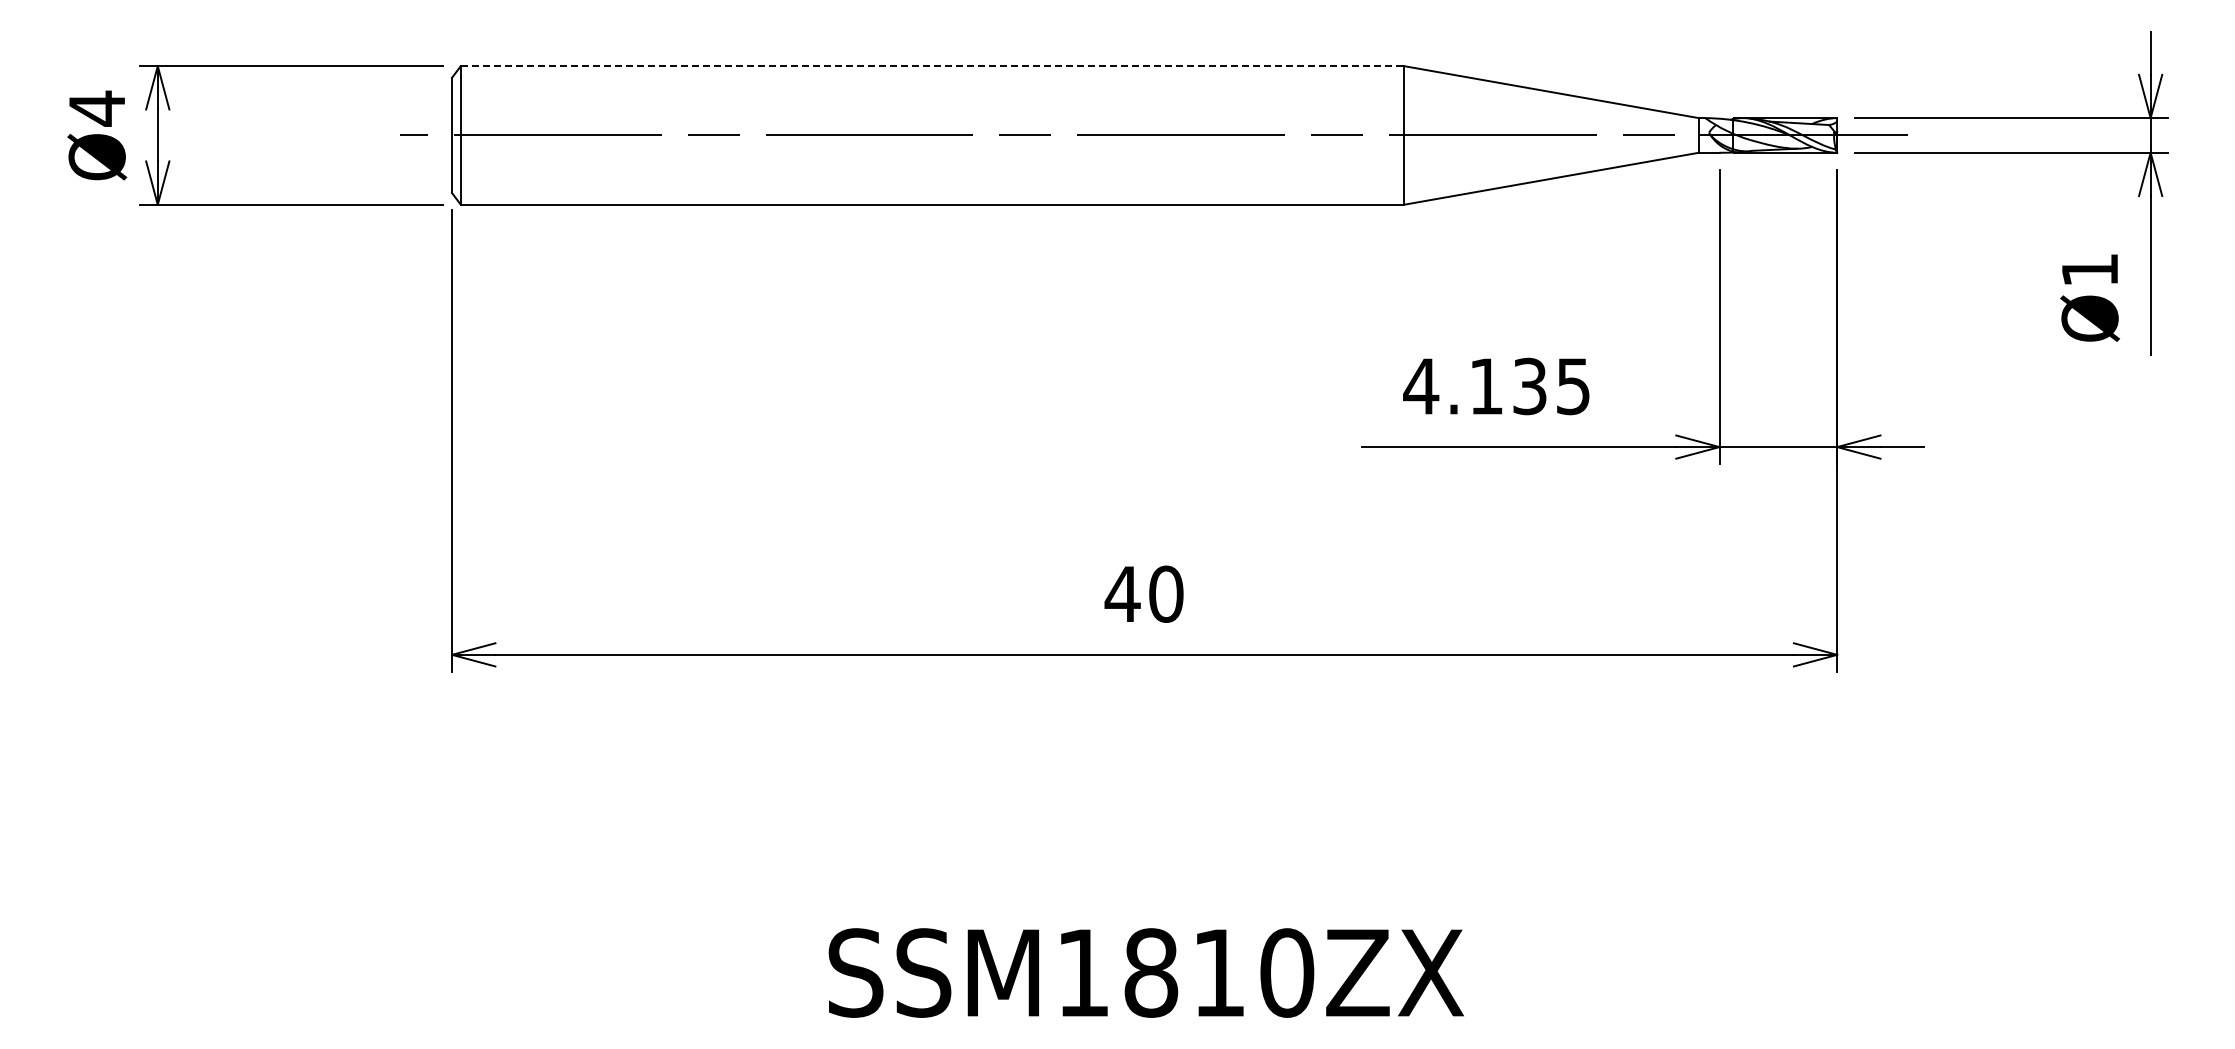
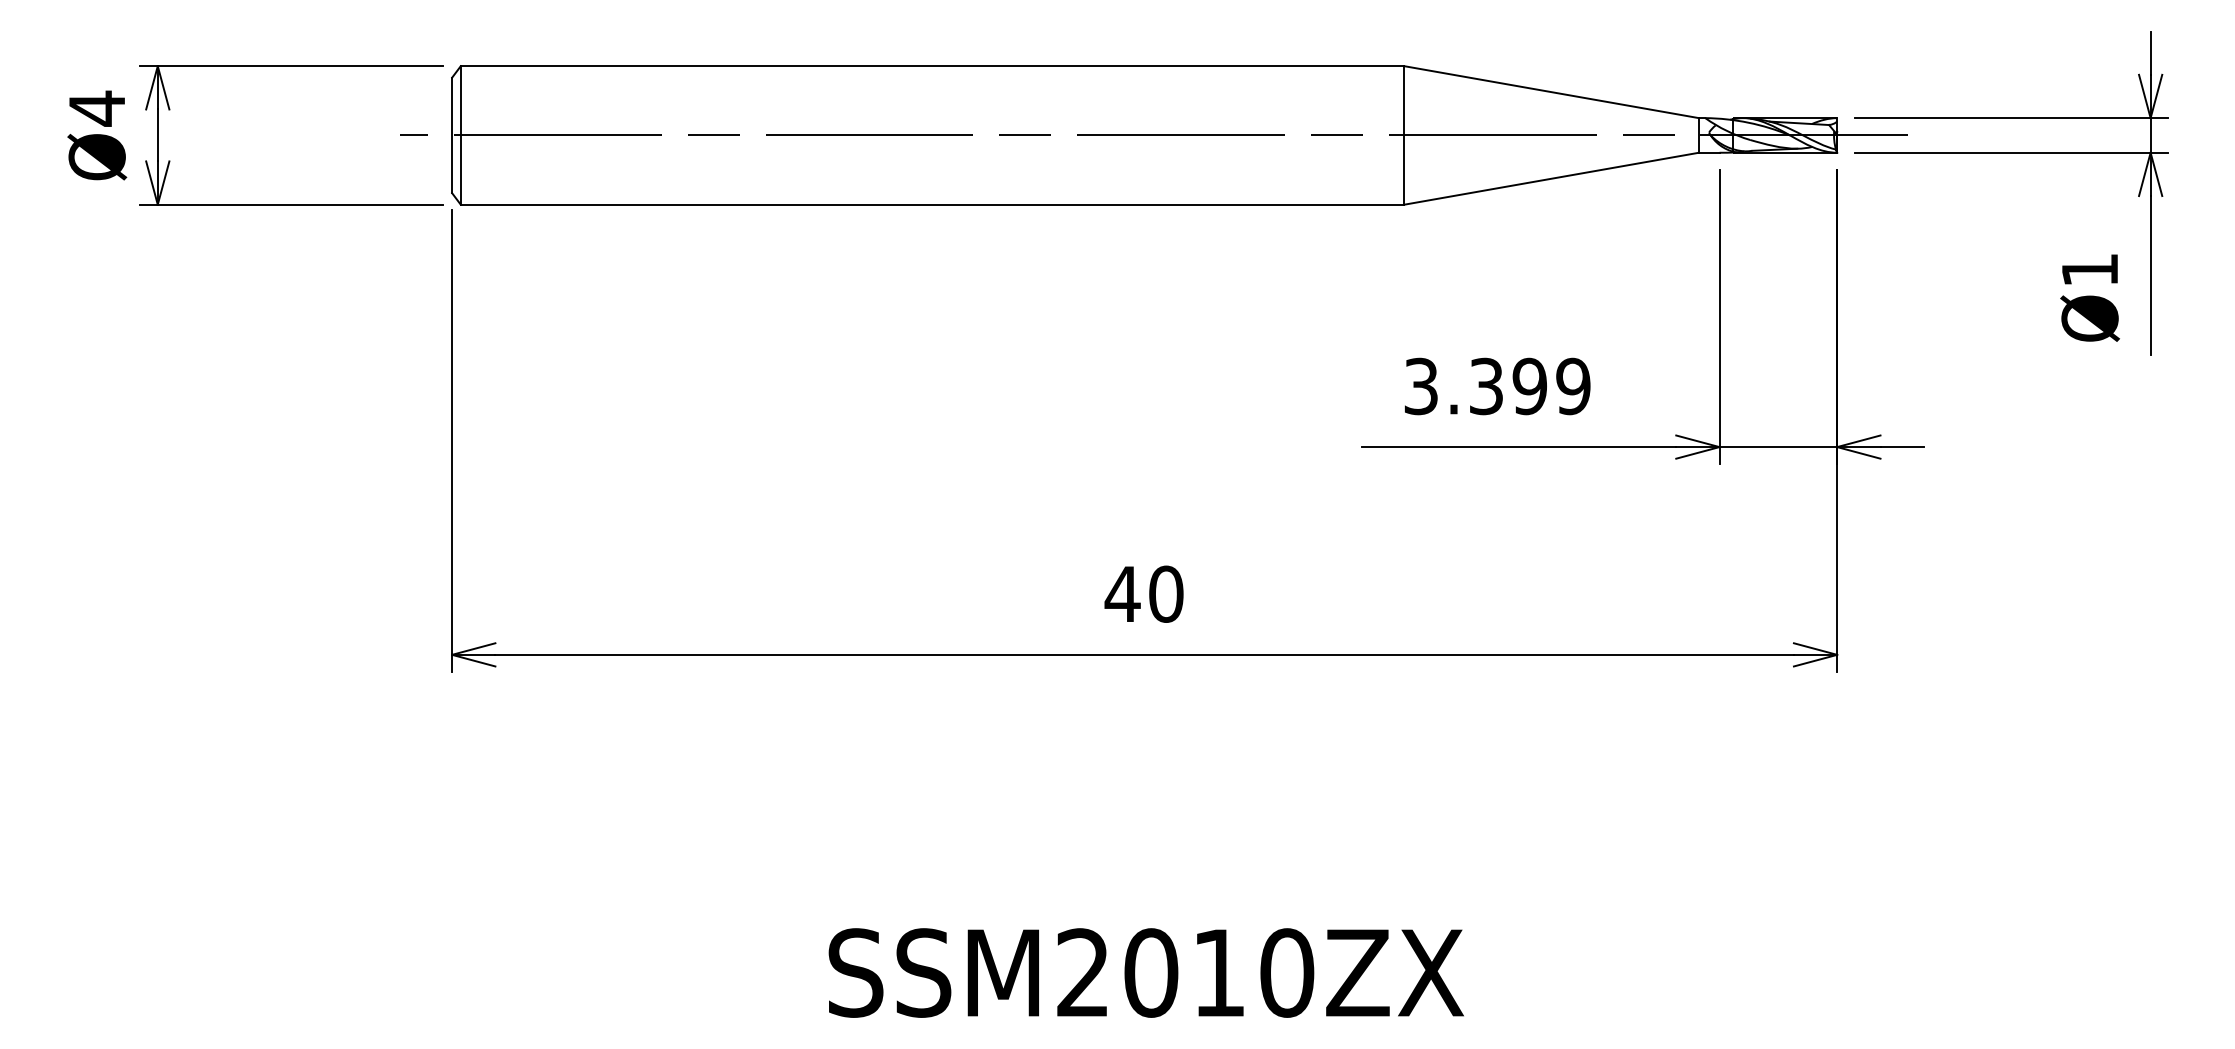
line at (932, 66): dashed -> solid
text at (1496, 386): 4.135 -> 3.399
text at (1117, 972): SSM1810ZX -> SSM2010ZX
